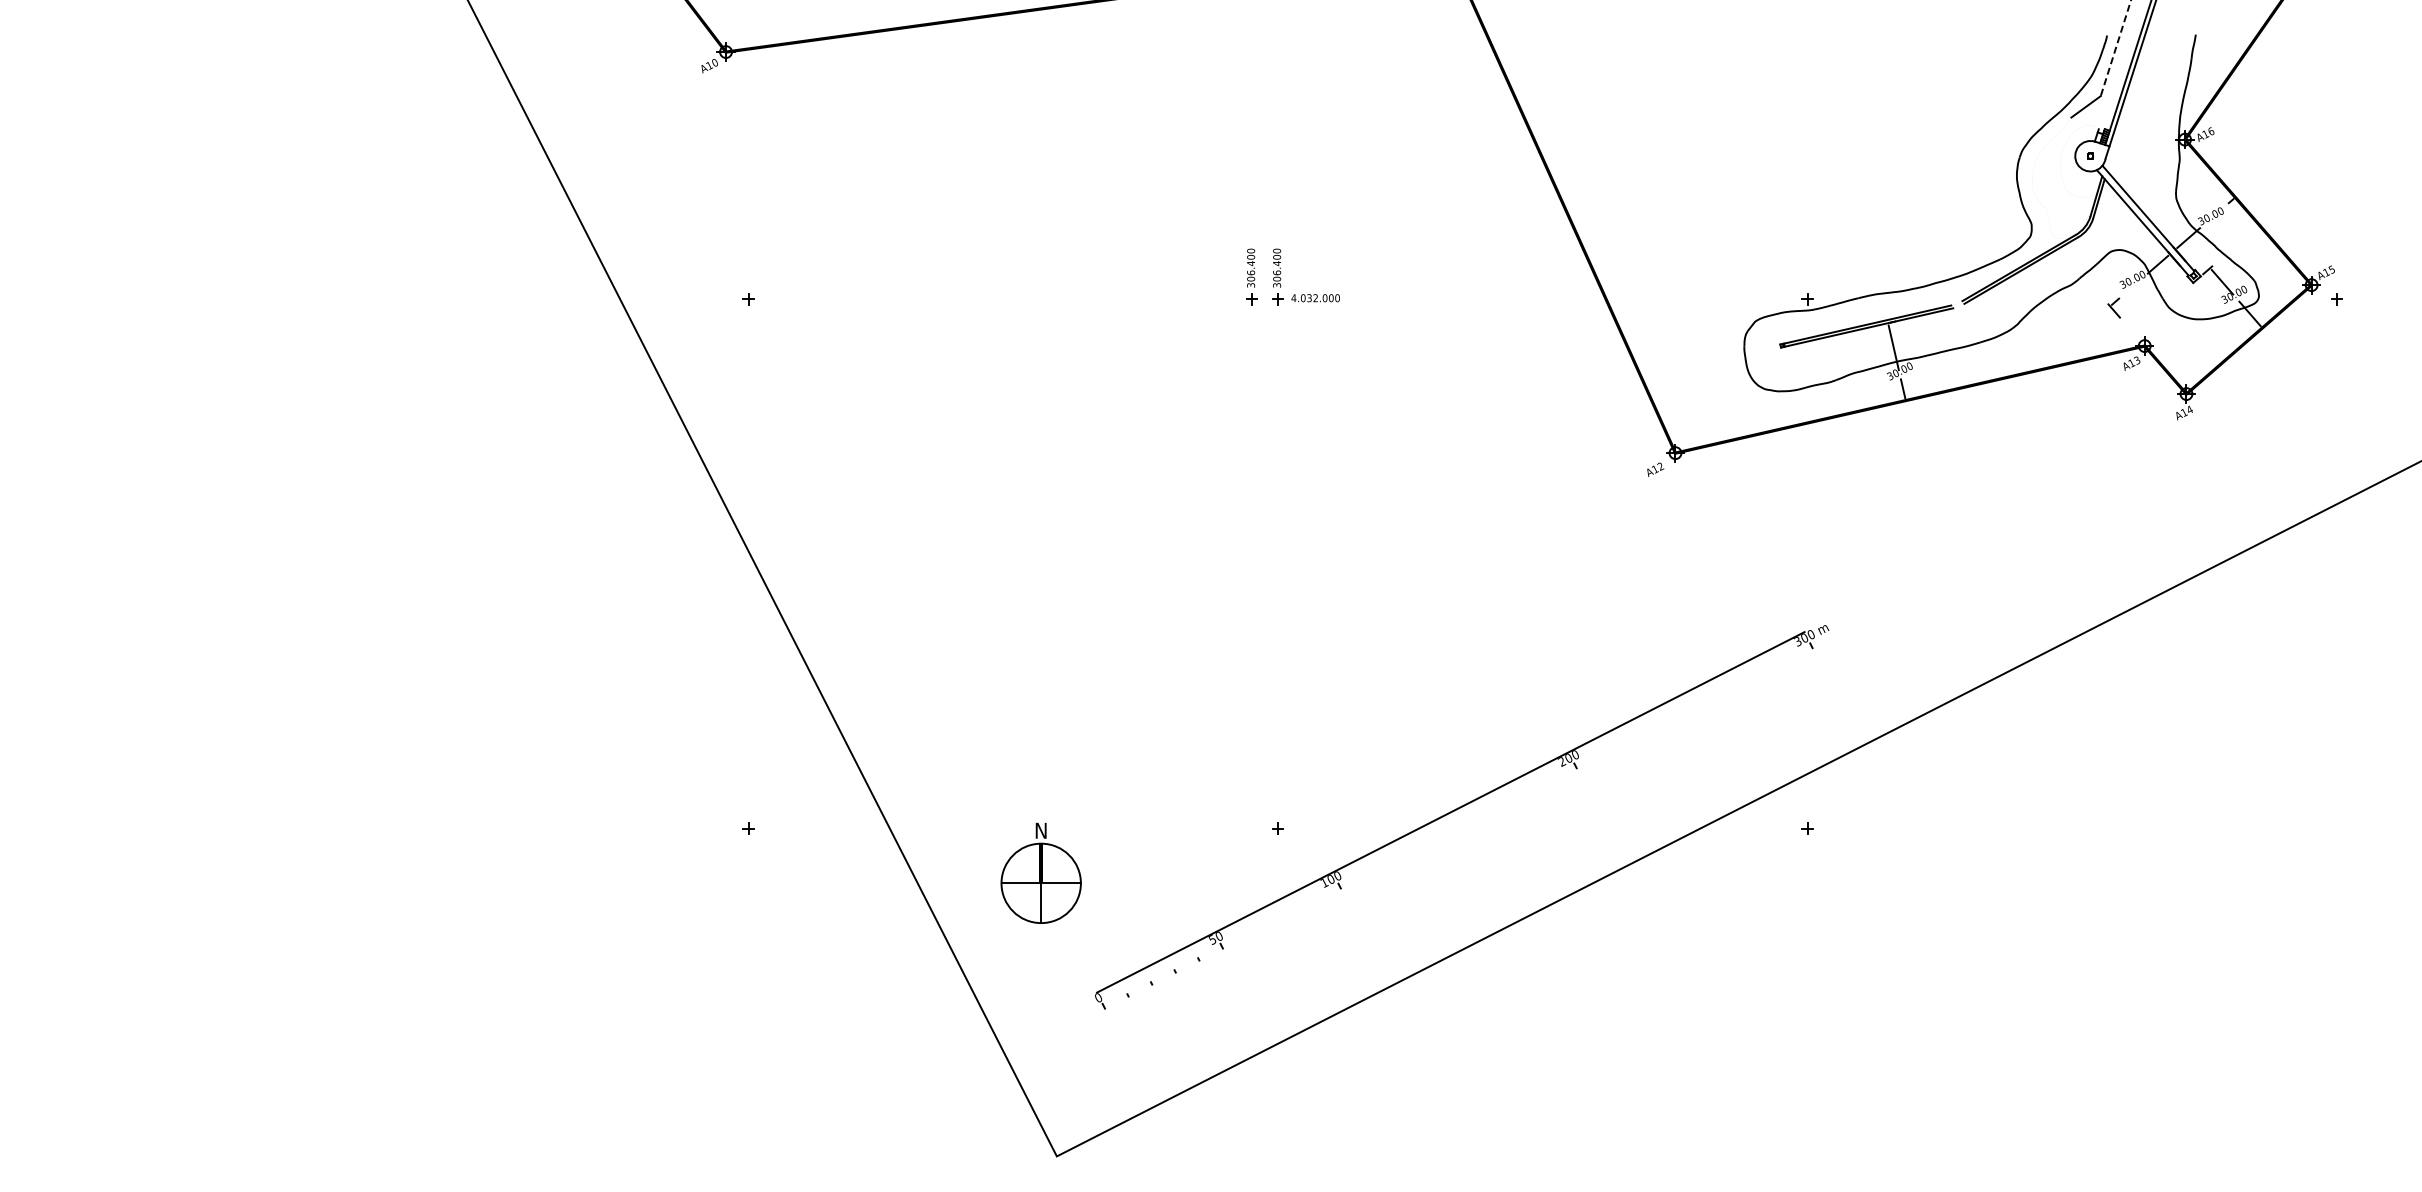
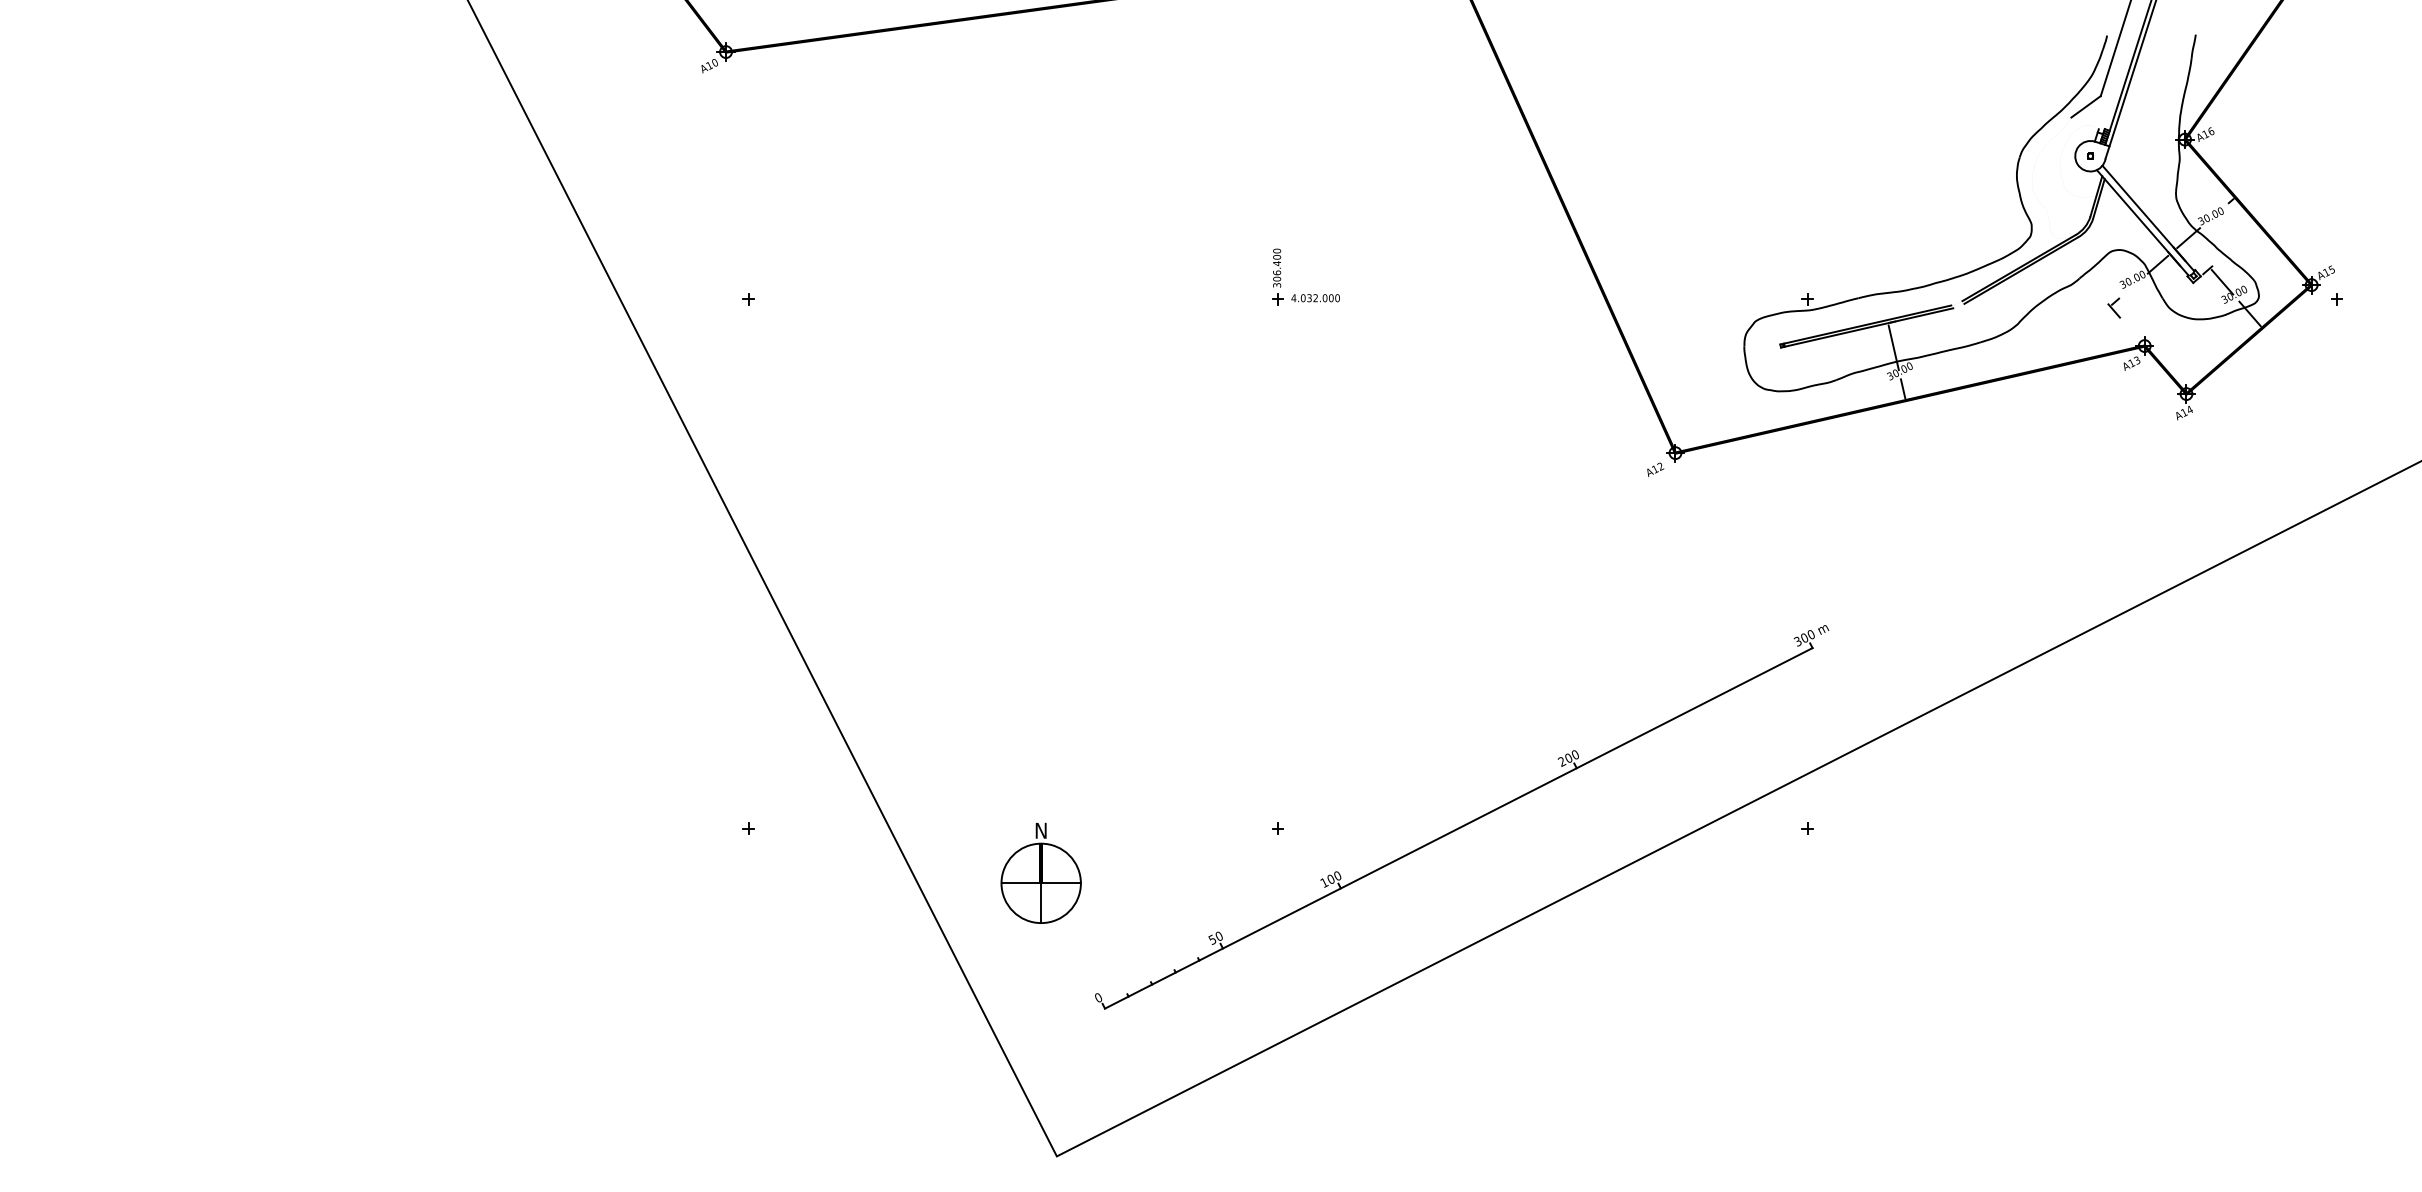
line at (2115, 48): dashed -> solid
part at (1251, 276): present -> none
line at (1450, 812) position: (1450, 812) -> (1458, 828)
